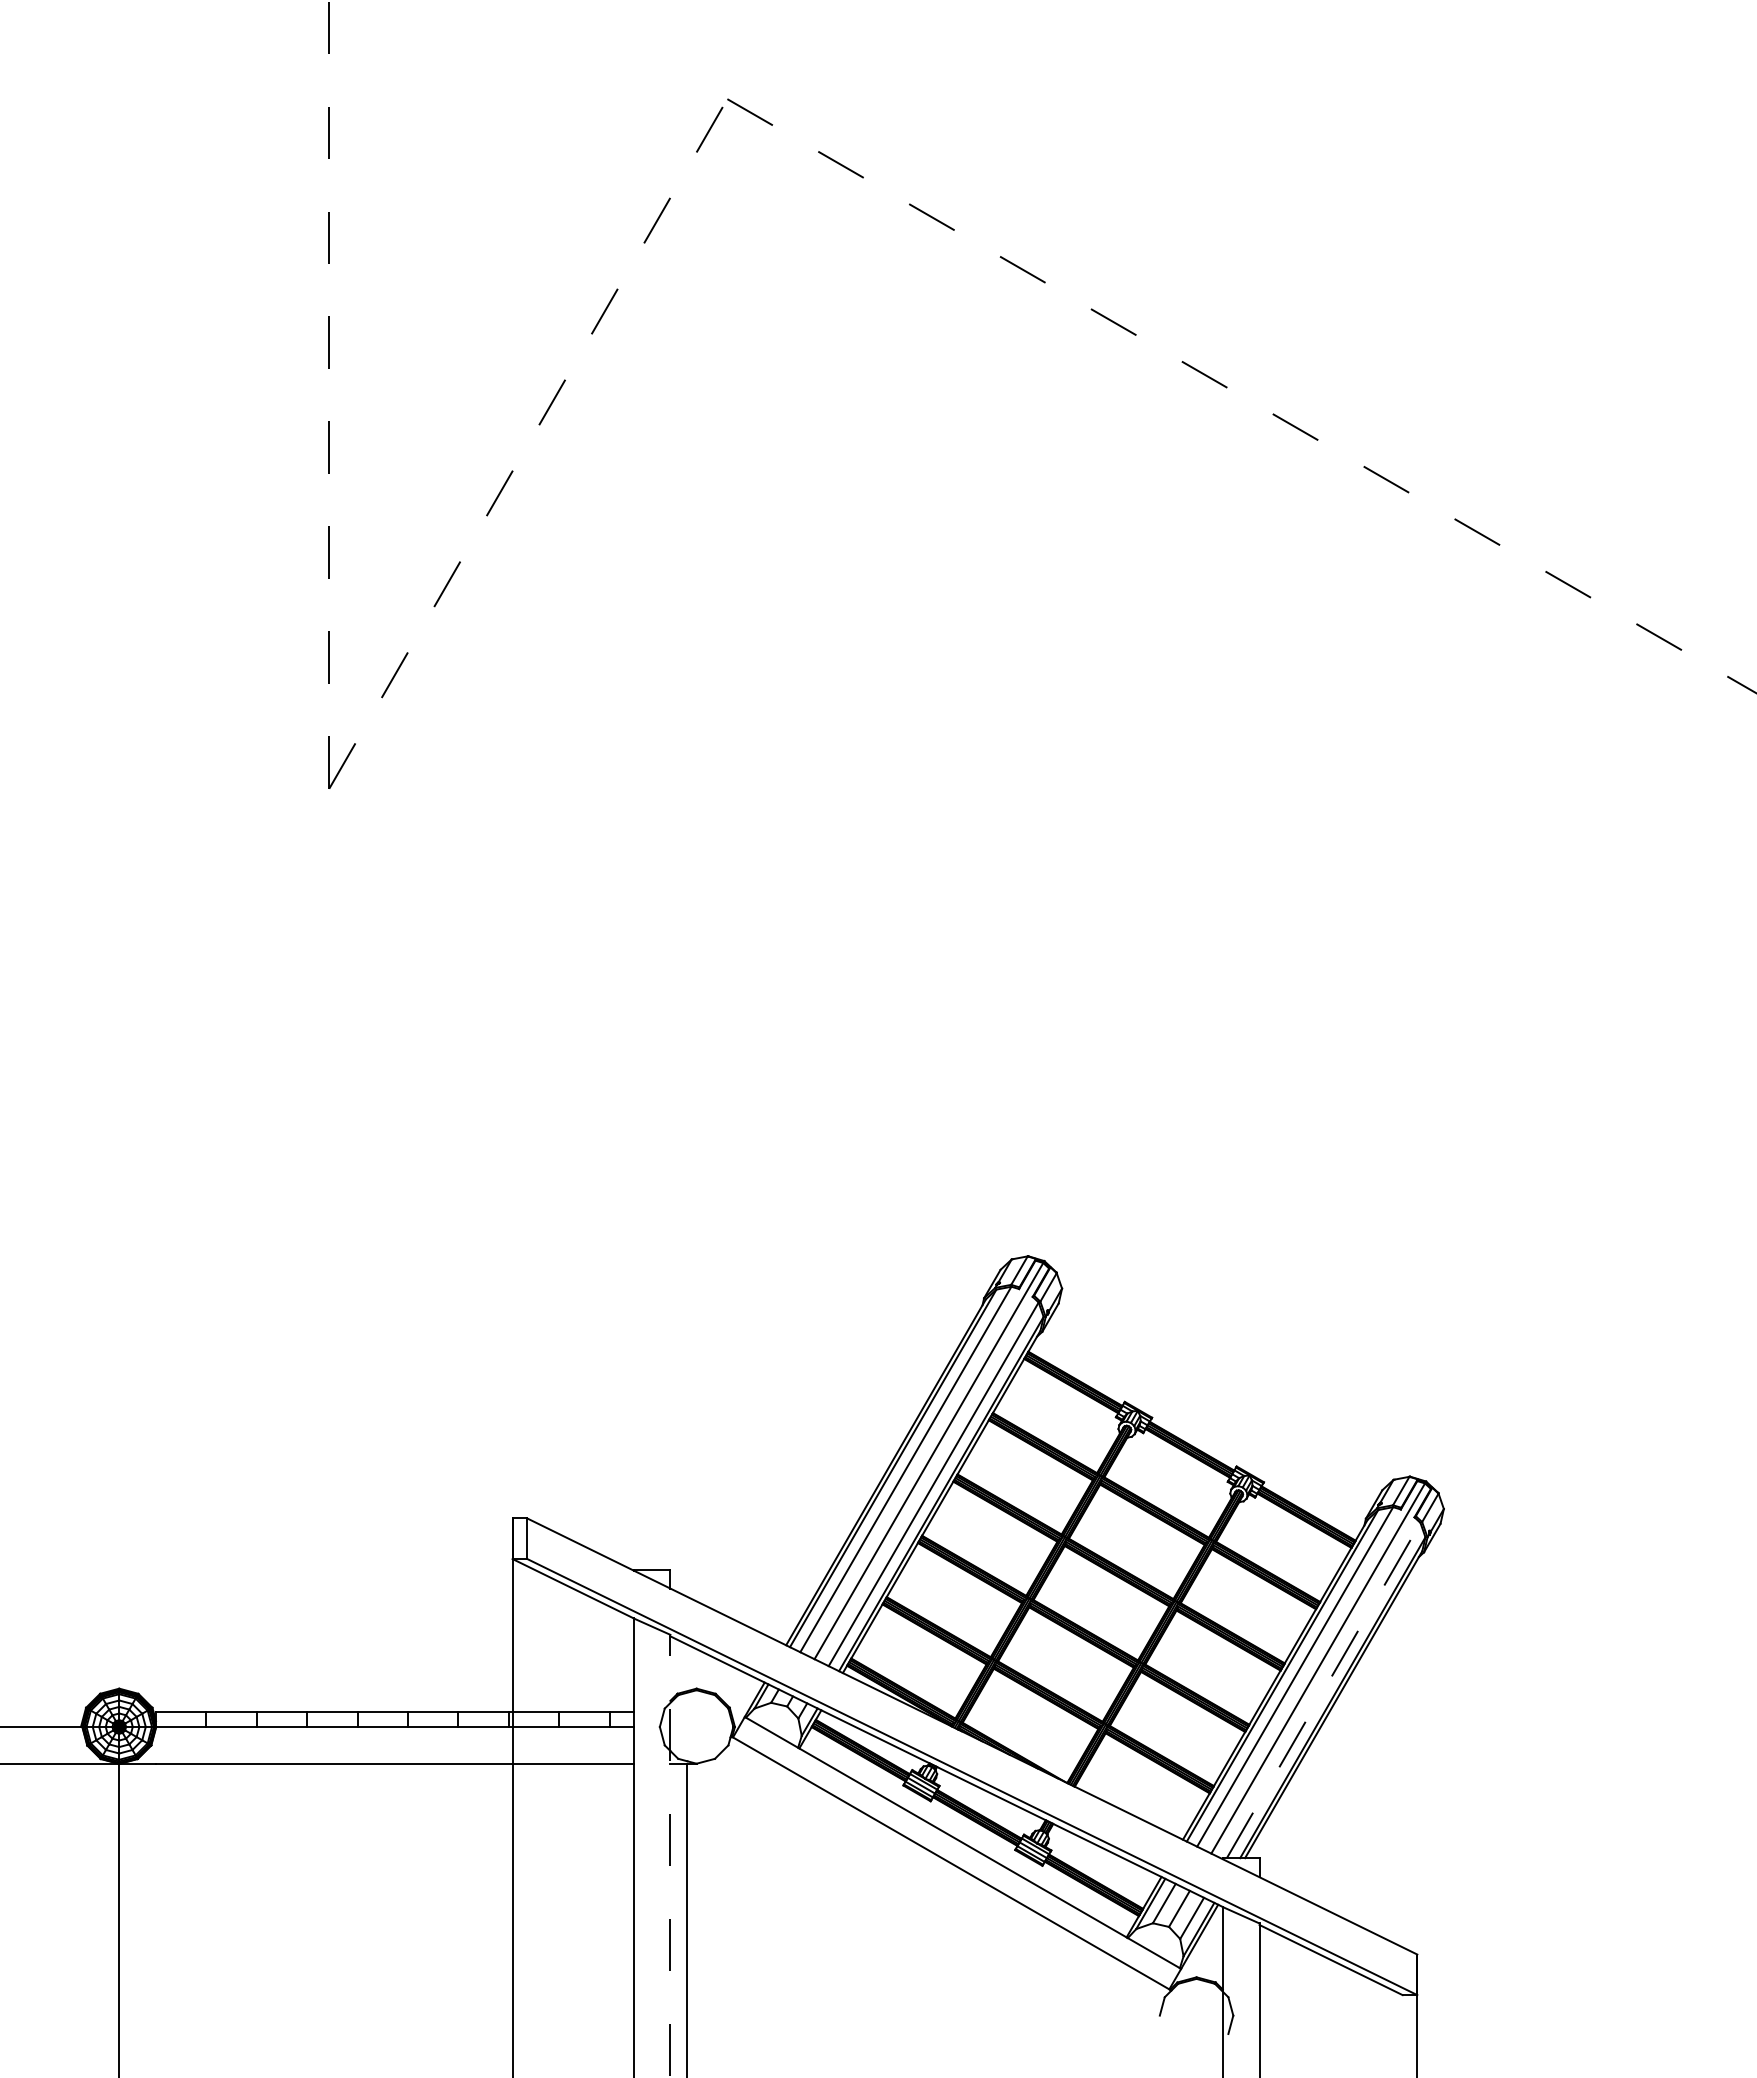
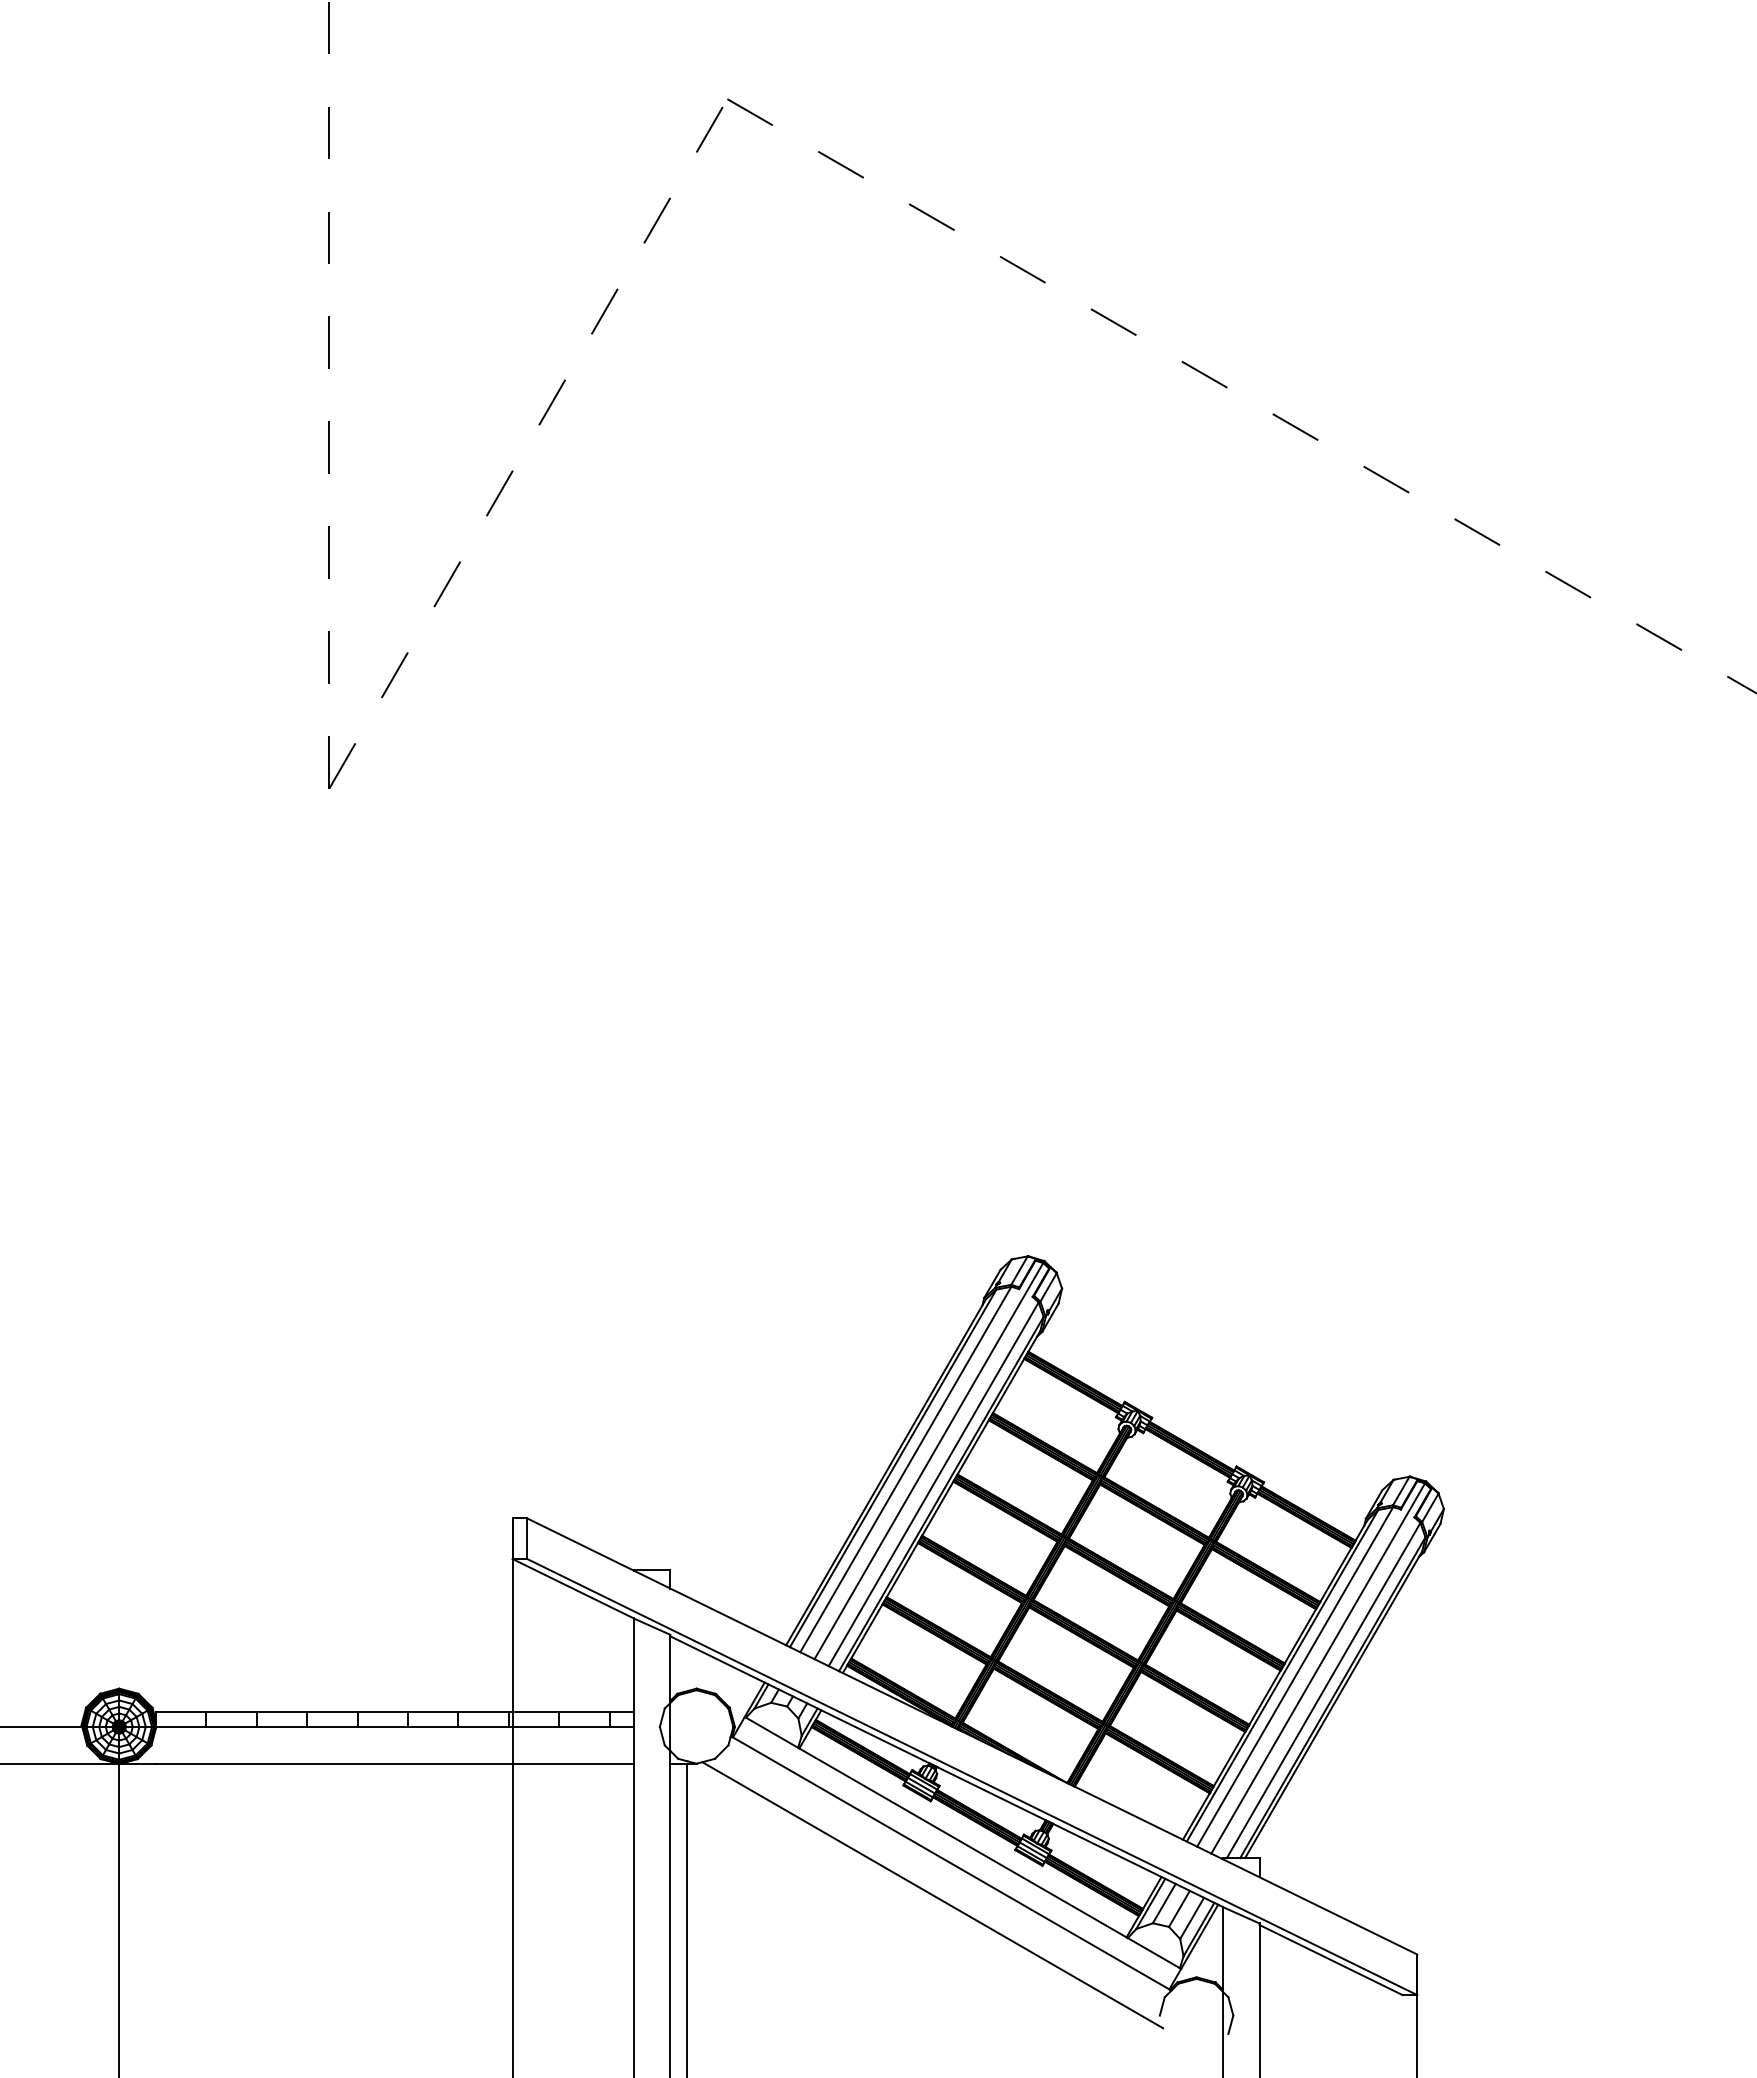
line at (1323, 1690): dashed -> solid
line at (670, 1855): dashed -> solid
line at (932, 1895): none -> present
